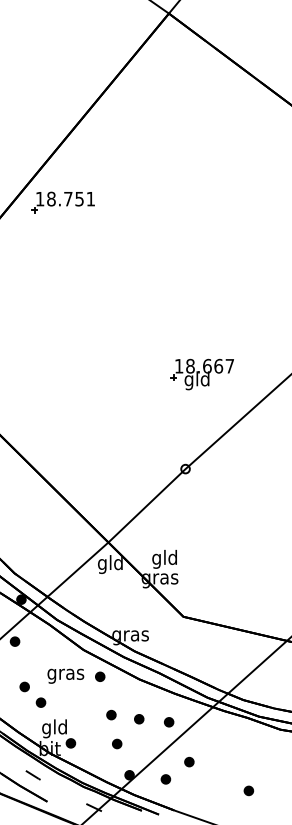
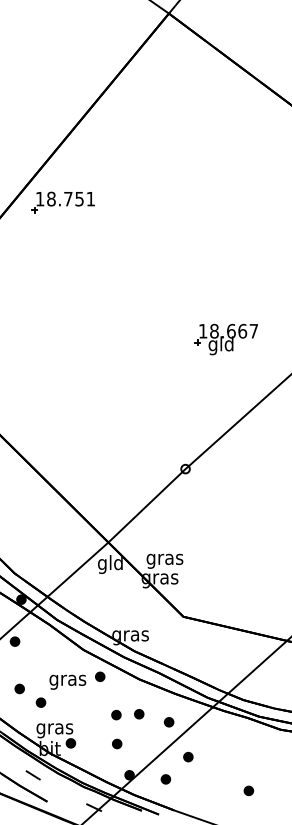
part at (201, 374) position: (201, 374) -> (225, 339)
text at (164, 558): gld -> gras
text at (65, 675) position: (65, 675) -> (67, 681)
part at (24, 686) position: (24, 686) -> (19, 688)
part at (111, 714) position: (111, 714) -> (116, 714)
part at (139, 719) position: (139, 719) -> (139, 714)
text at (54, 728): gld -> gras
part at (189, 761) position: (189, 761) -> (188, 756)
